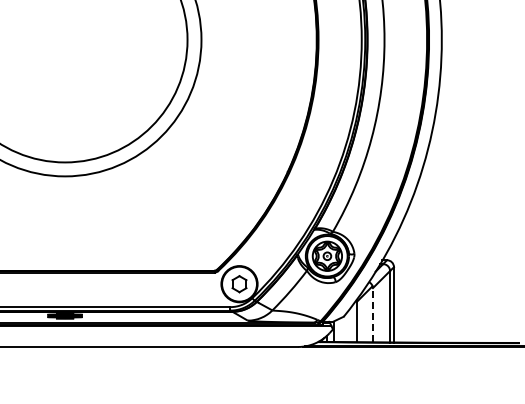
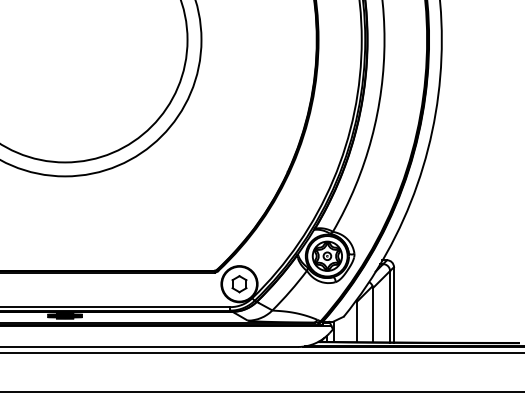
line at (372, 314): dashed -> solid
line at (261, 352): none -> present
line at (261, 391): none -> present
